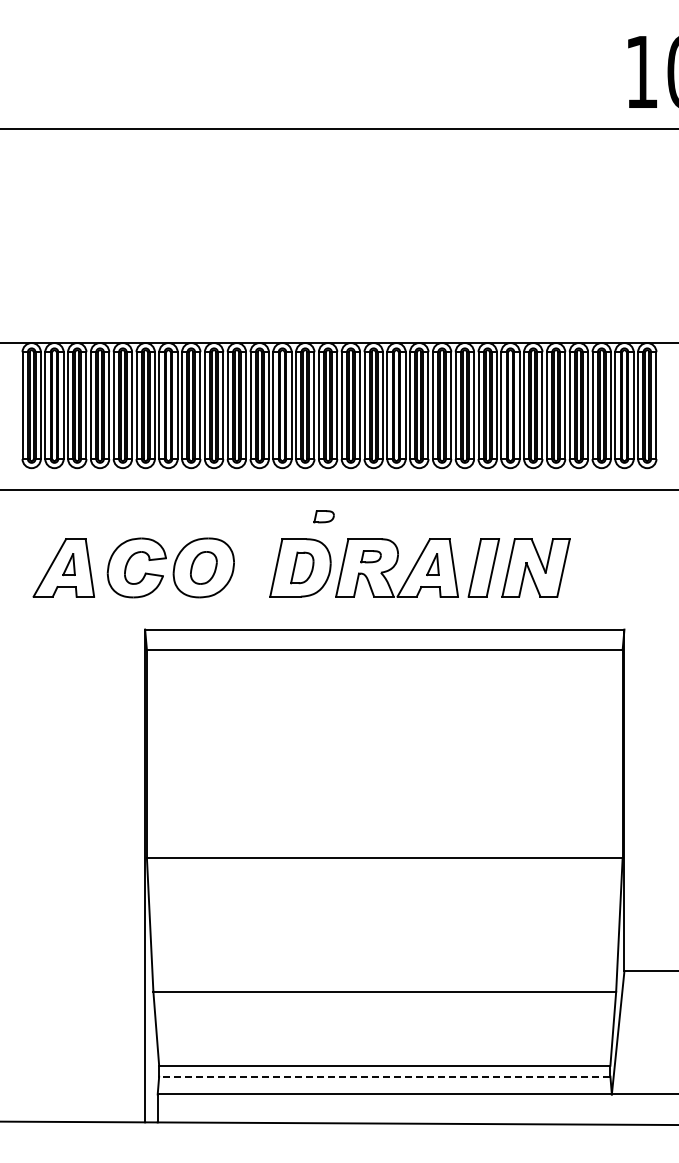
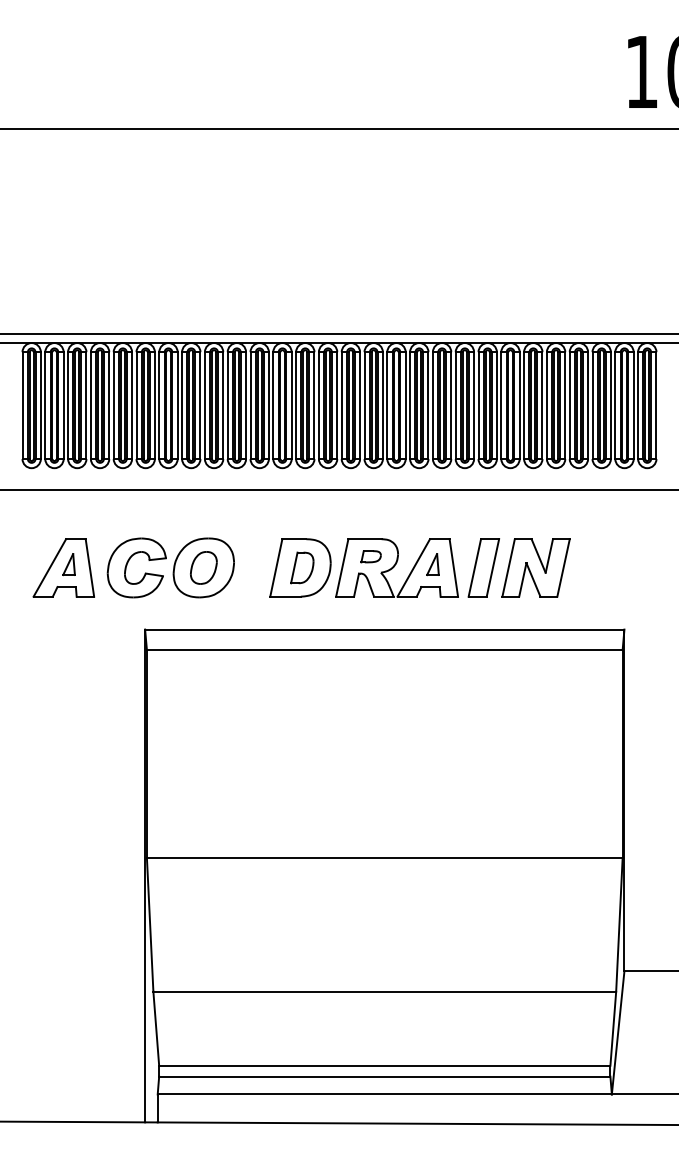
line at (338, 334): none -> present
part at (323, 516): present -> none
line at (384, 1076): dashed -> solid
